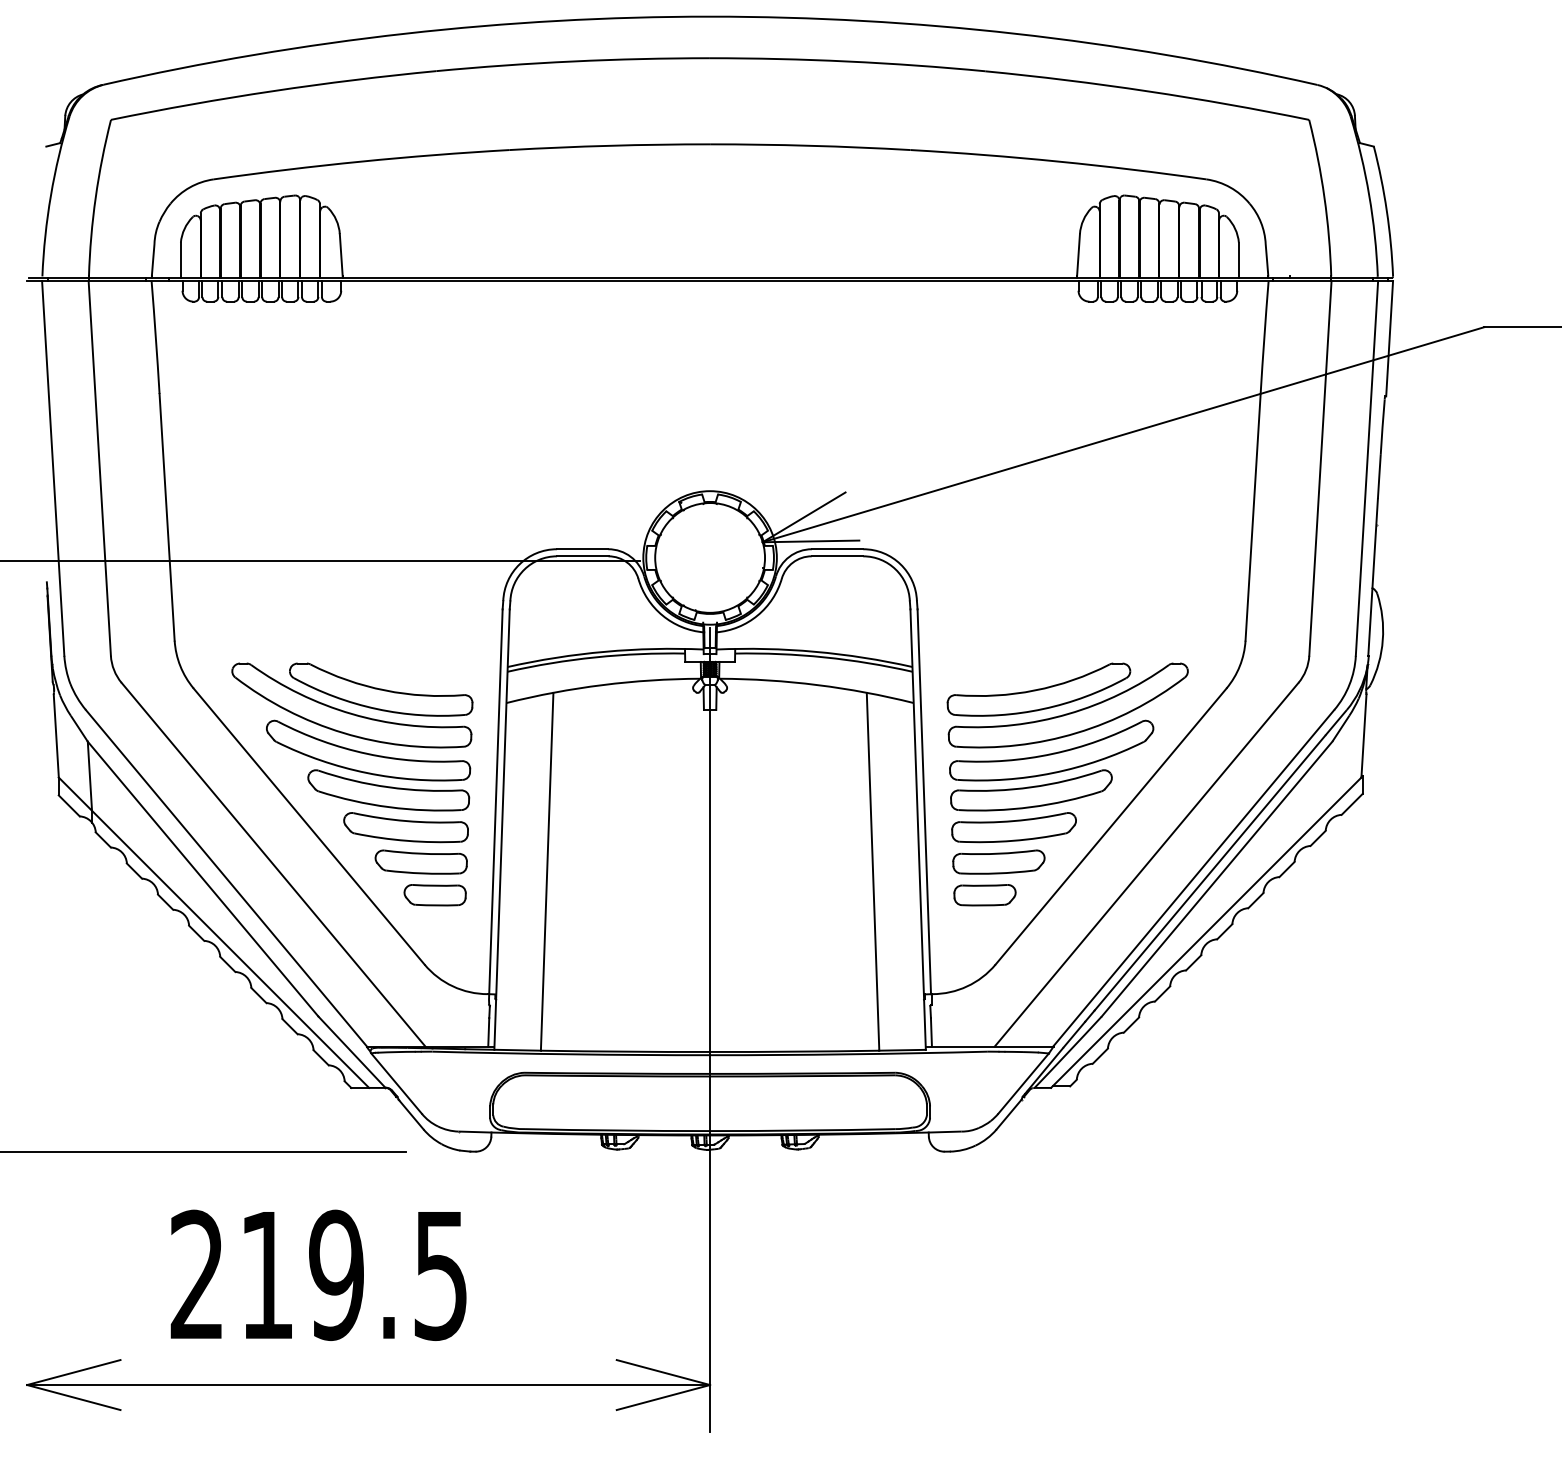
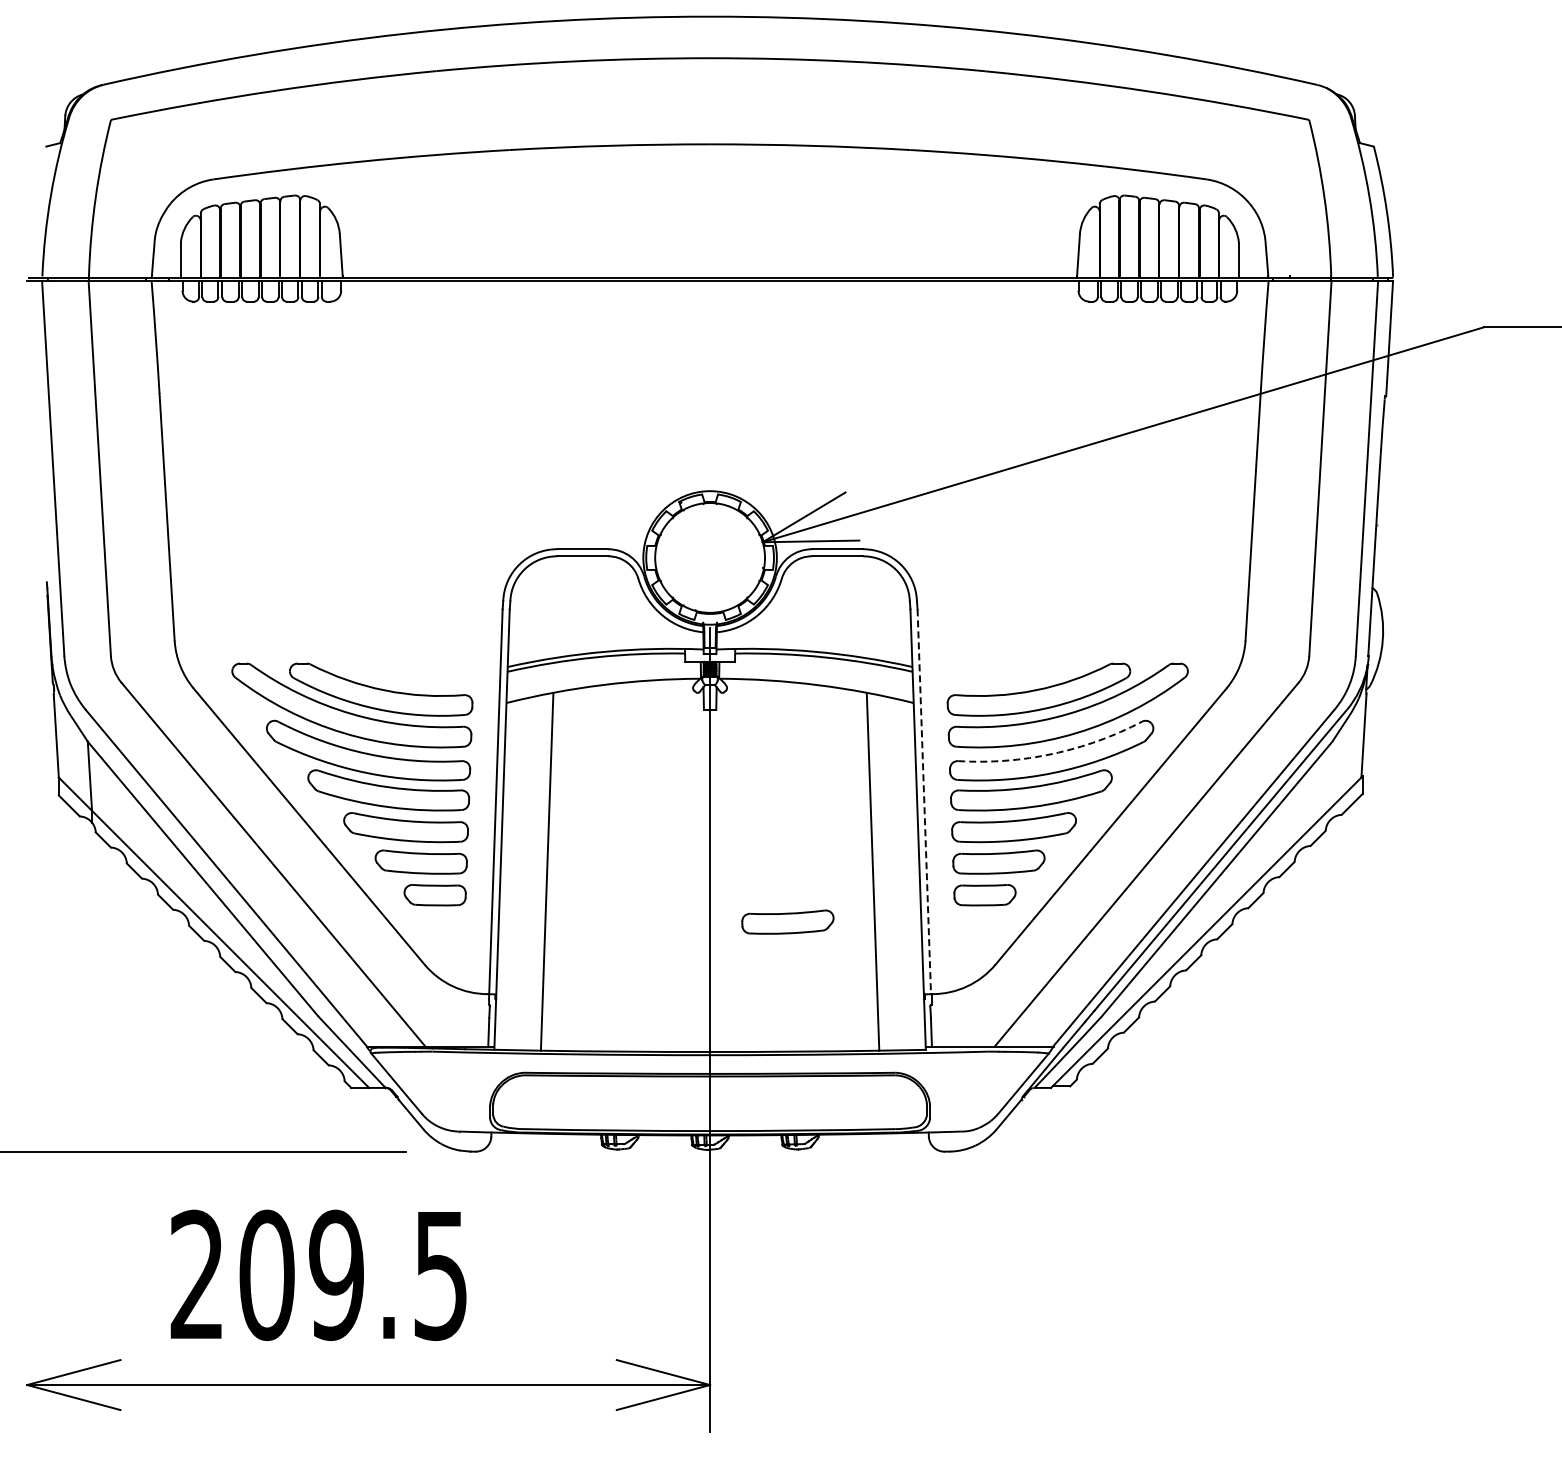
line at (320, 560): present -> none
arc at (1052, 753): solid -> dashed
line at (924, 801): solid -> dashed
part at (787, 921): none -> present
text at (266, 1274): 219.5 -> 209.5
